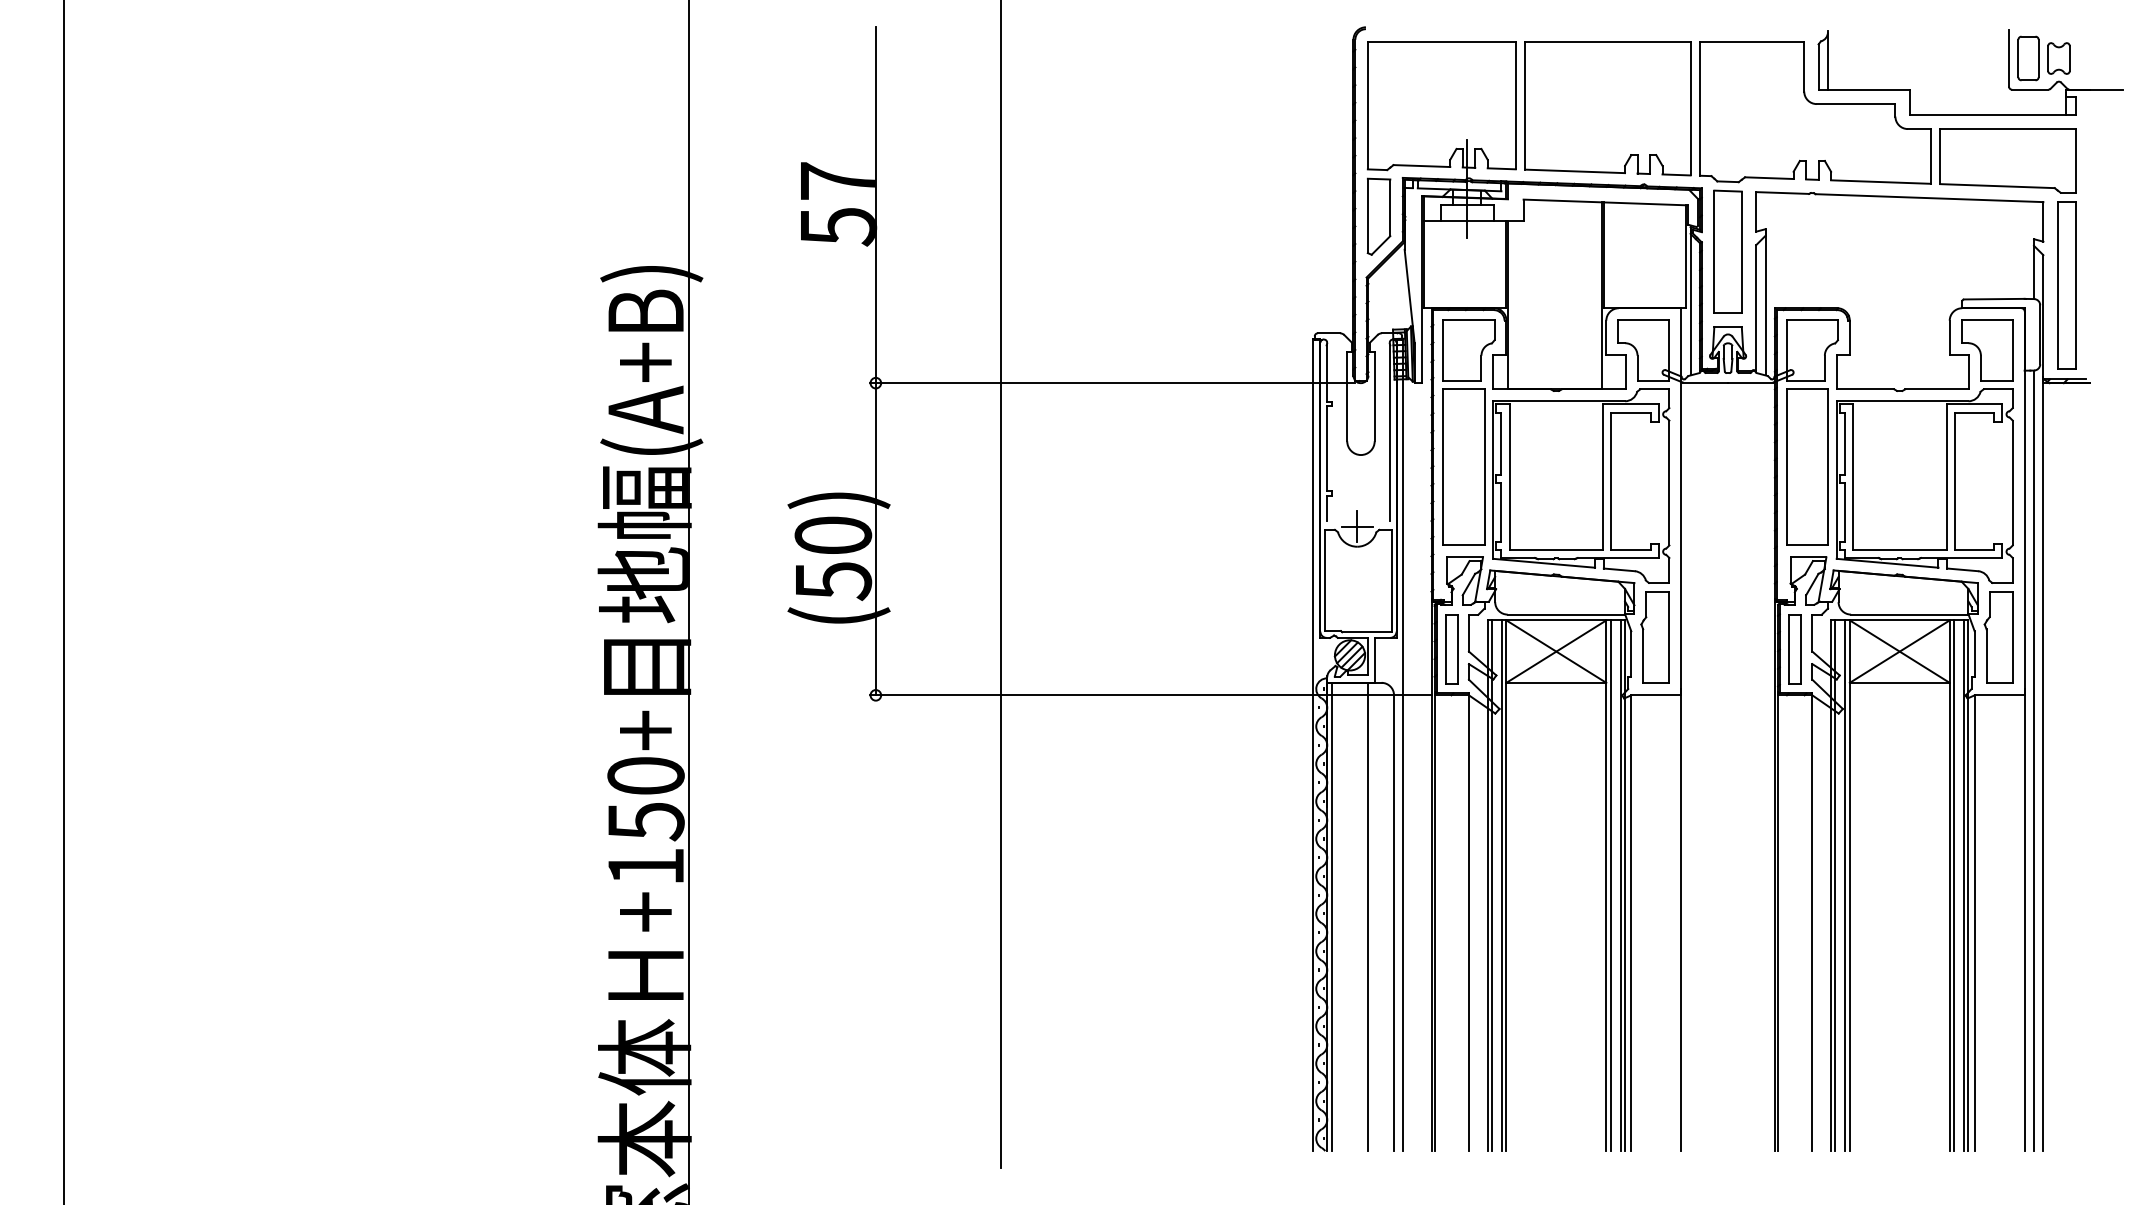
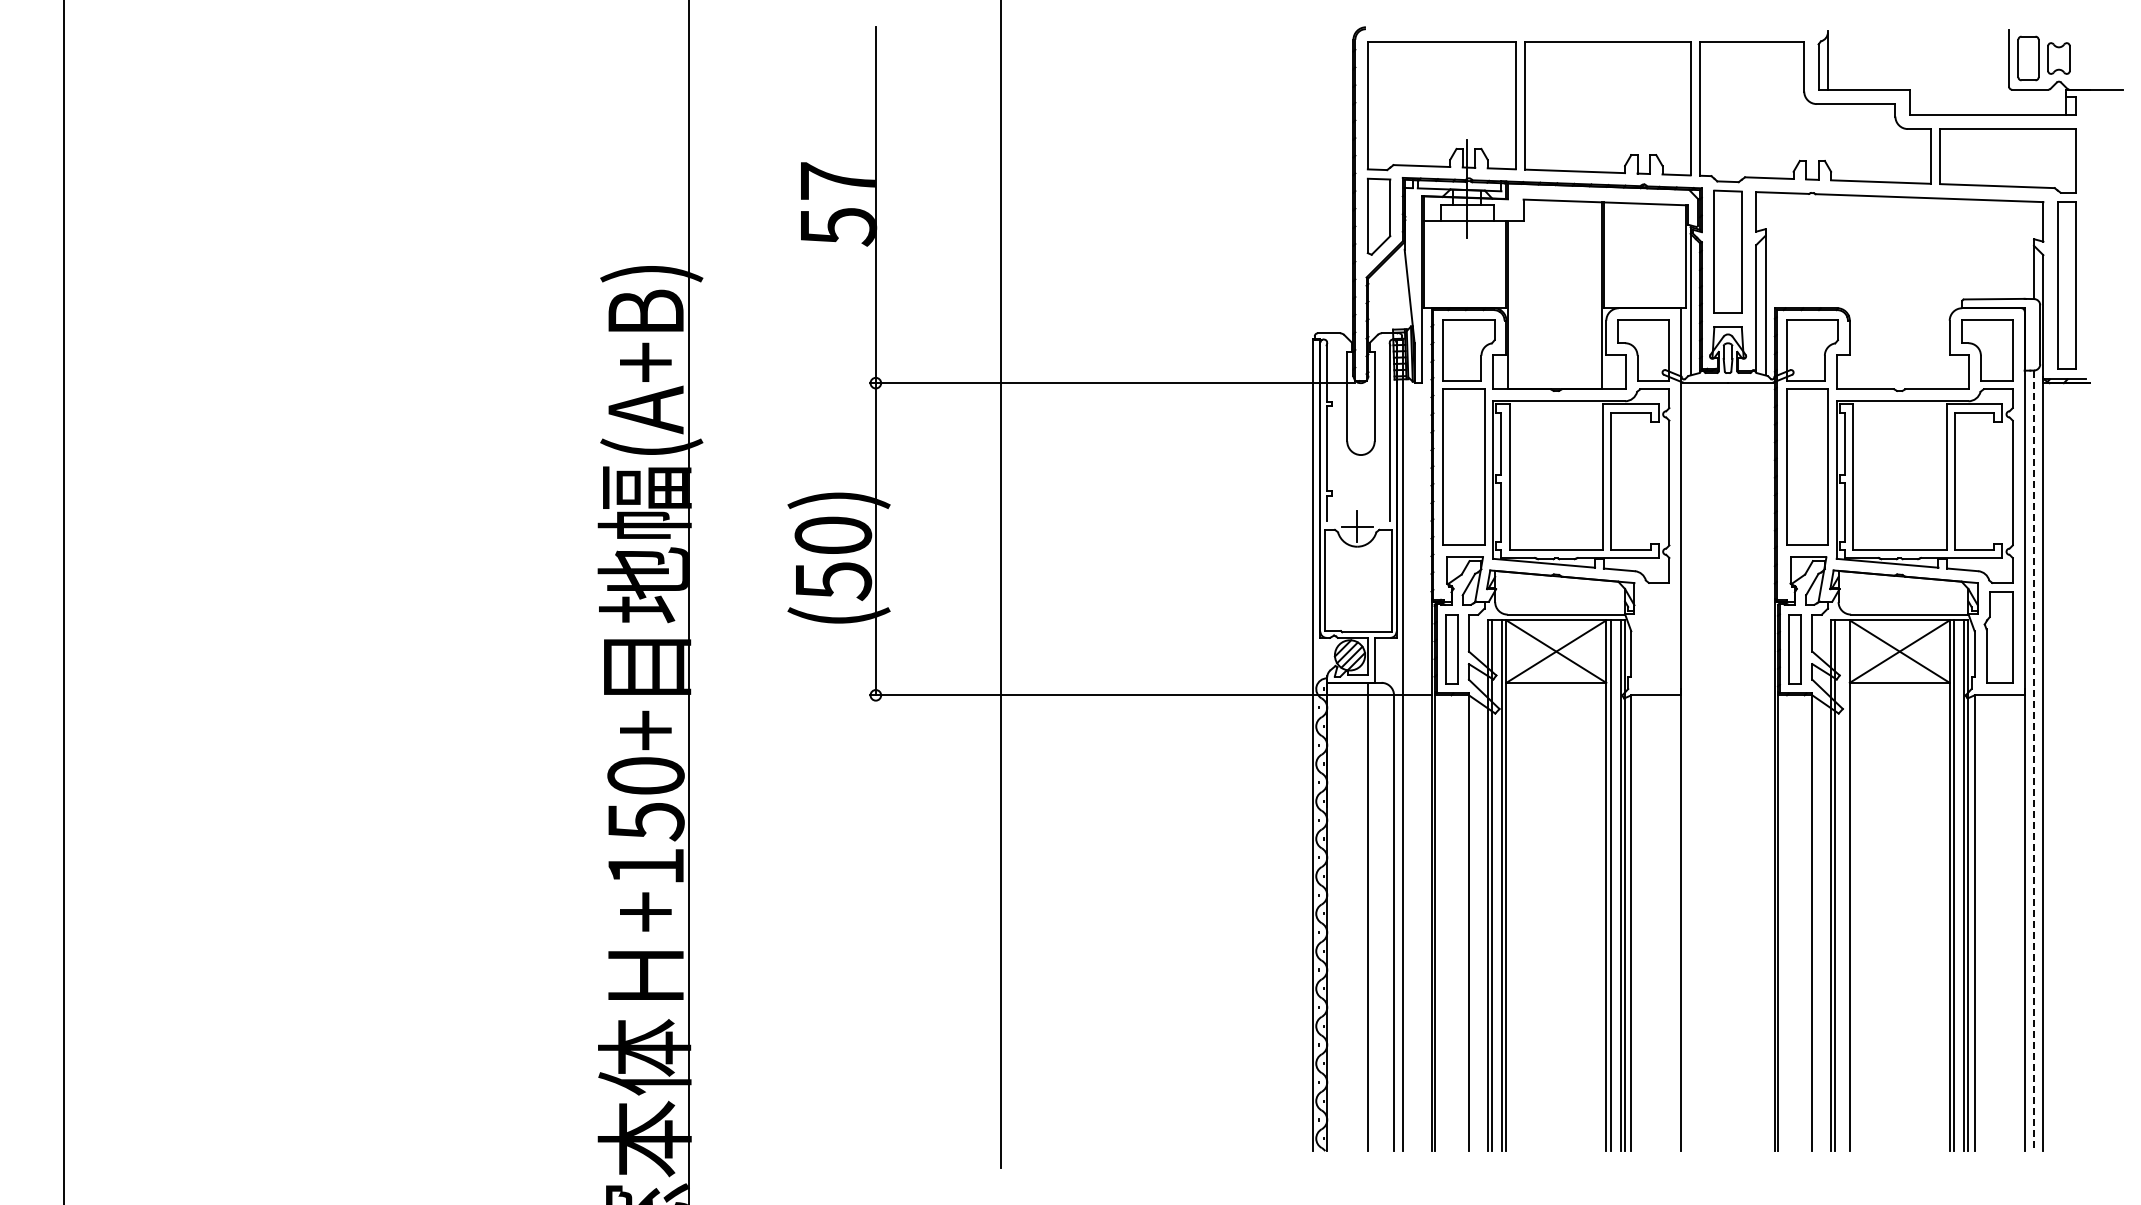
part at (1654, 637): present -> none
line at (2034, 761): solid -> dashed
line at (1845, 885): present -> none
line at (1332, 916): present -> none
